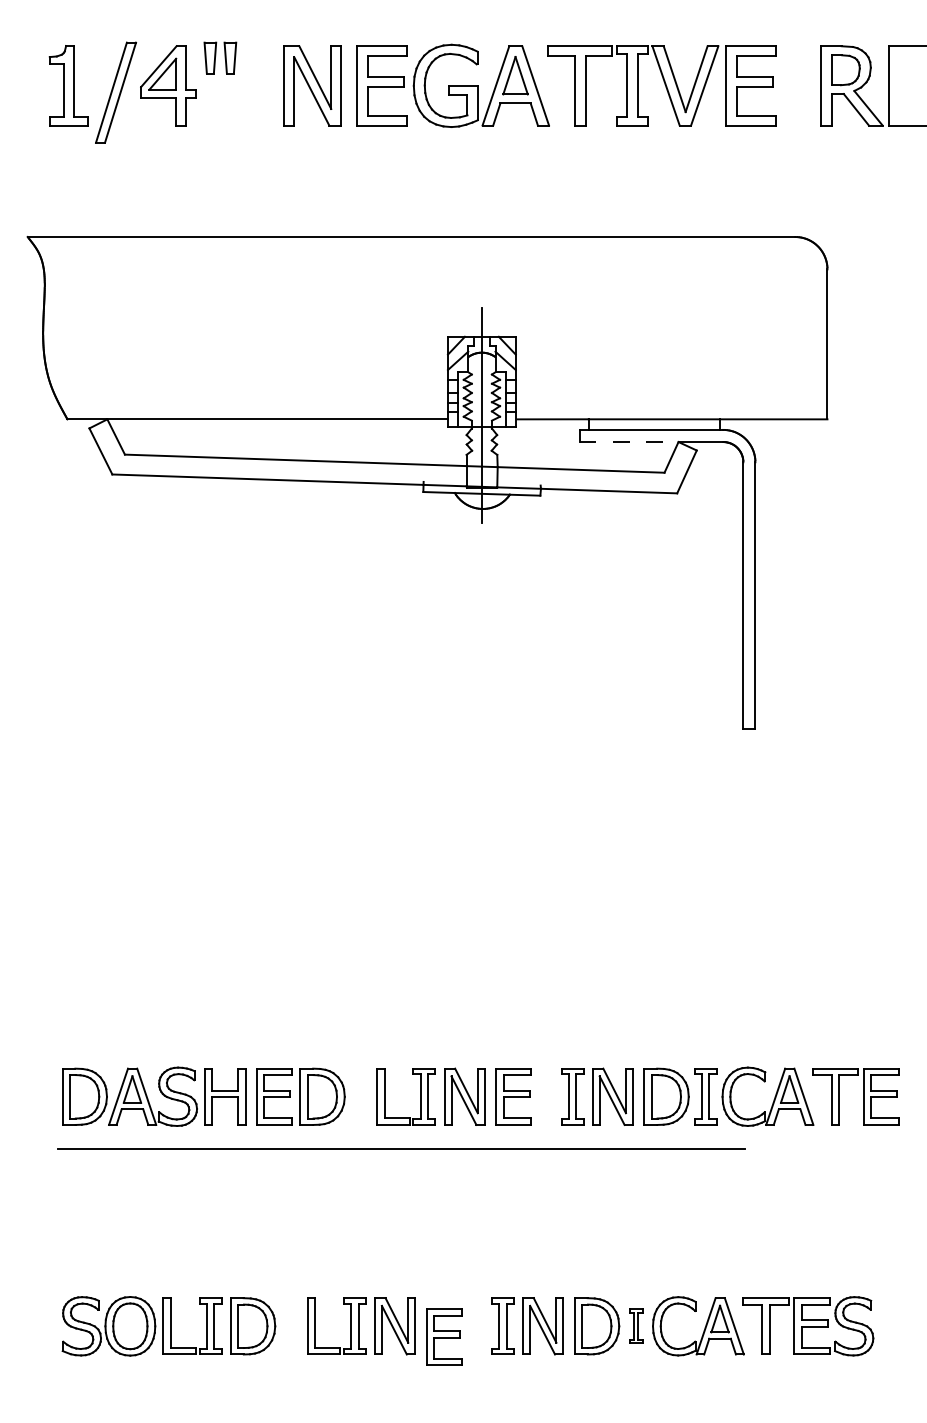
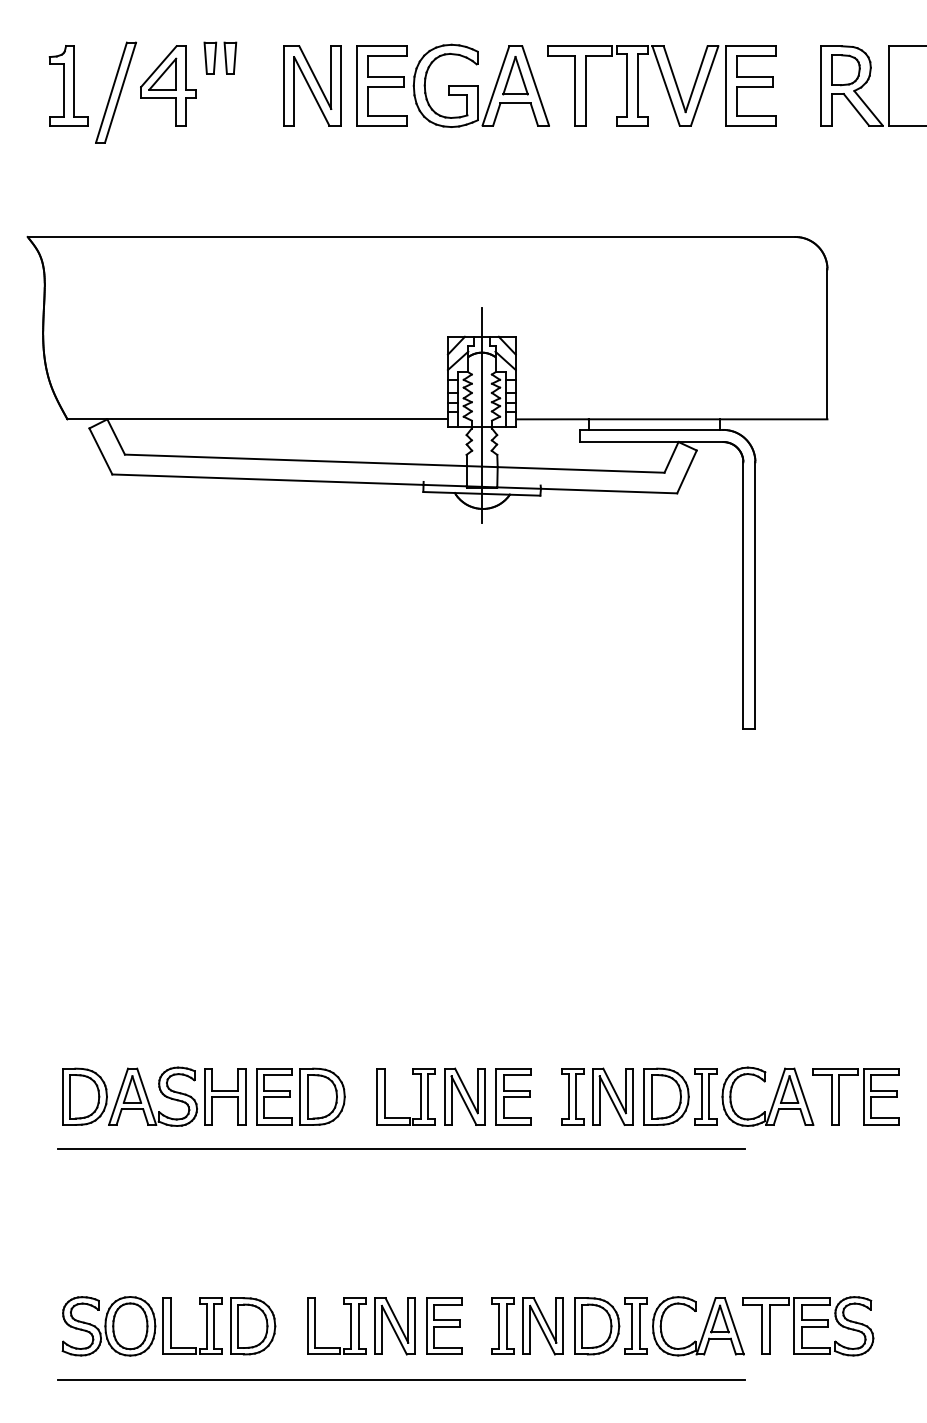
line at (629, 442): dashed -> solid
part at (636, 1325) size: 15x36 px -> 24x58 px
part at (444, 1336) position: (444, 1336) -> (444, 1325)
line at (401, 1380): none -> present
